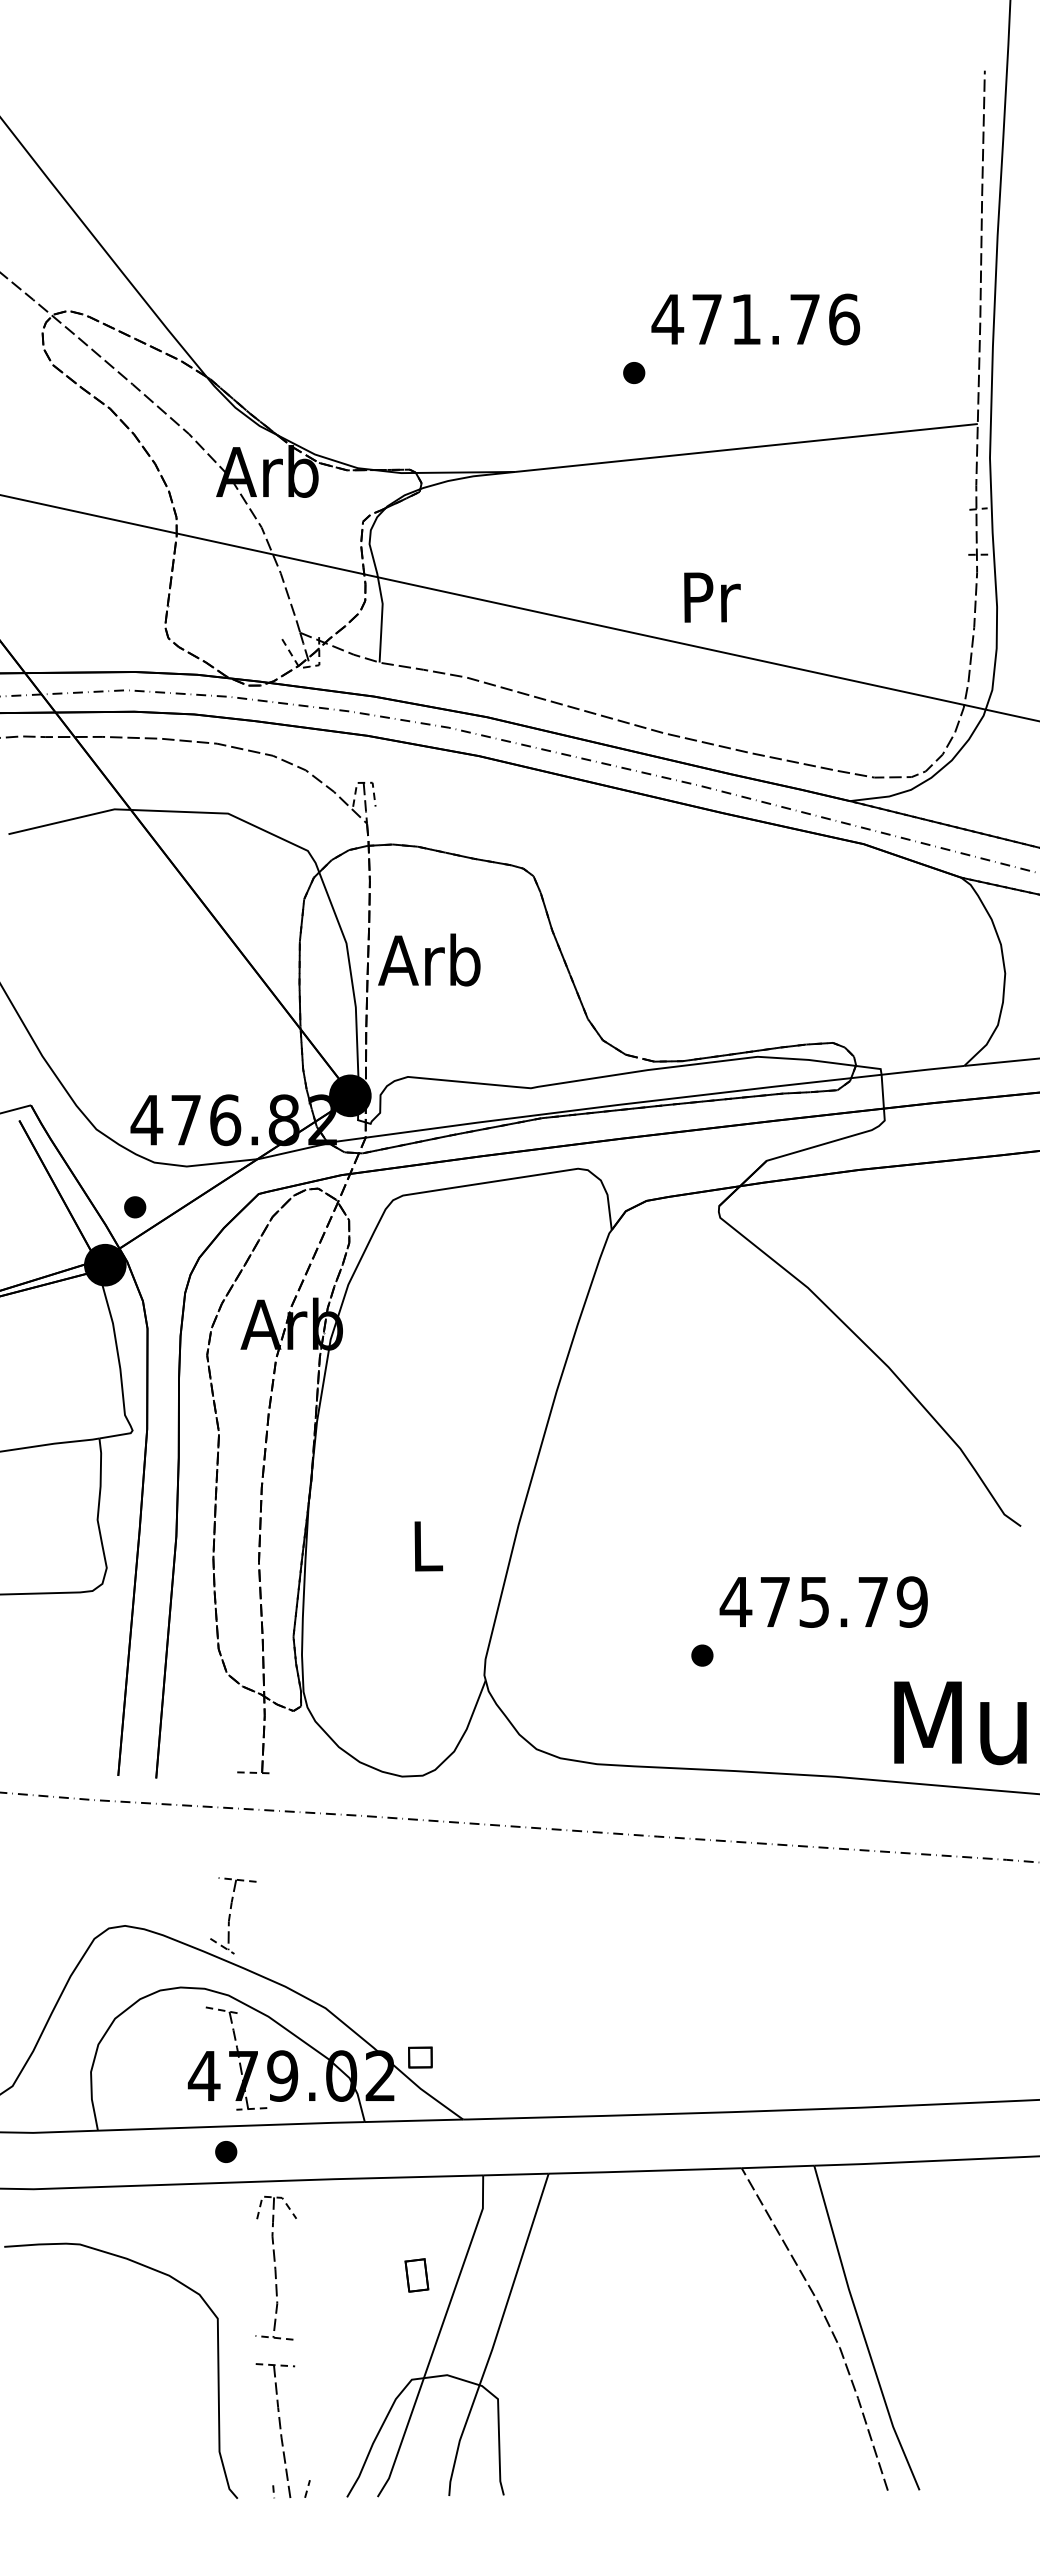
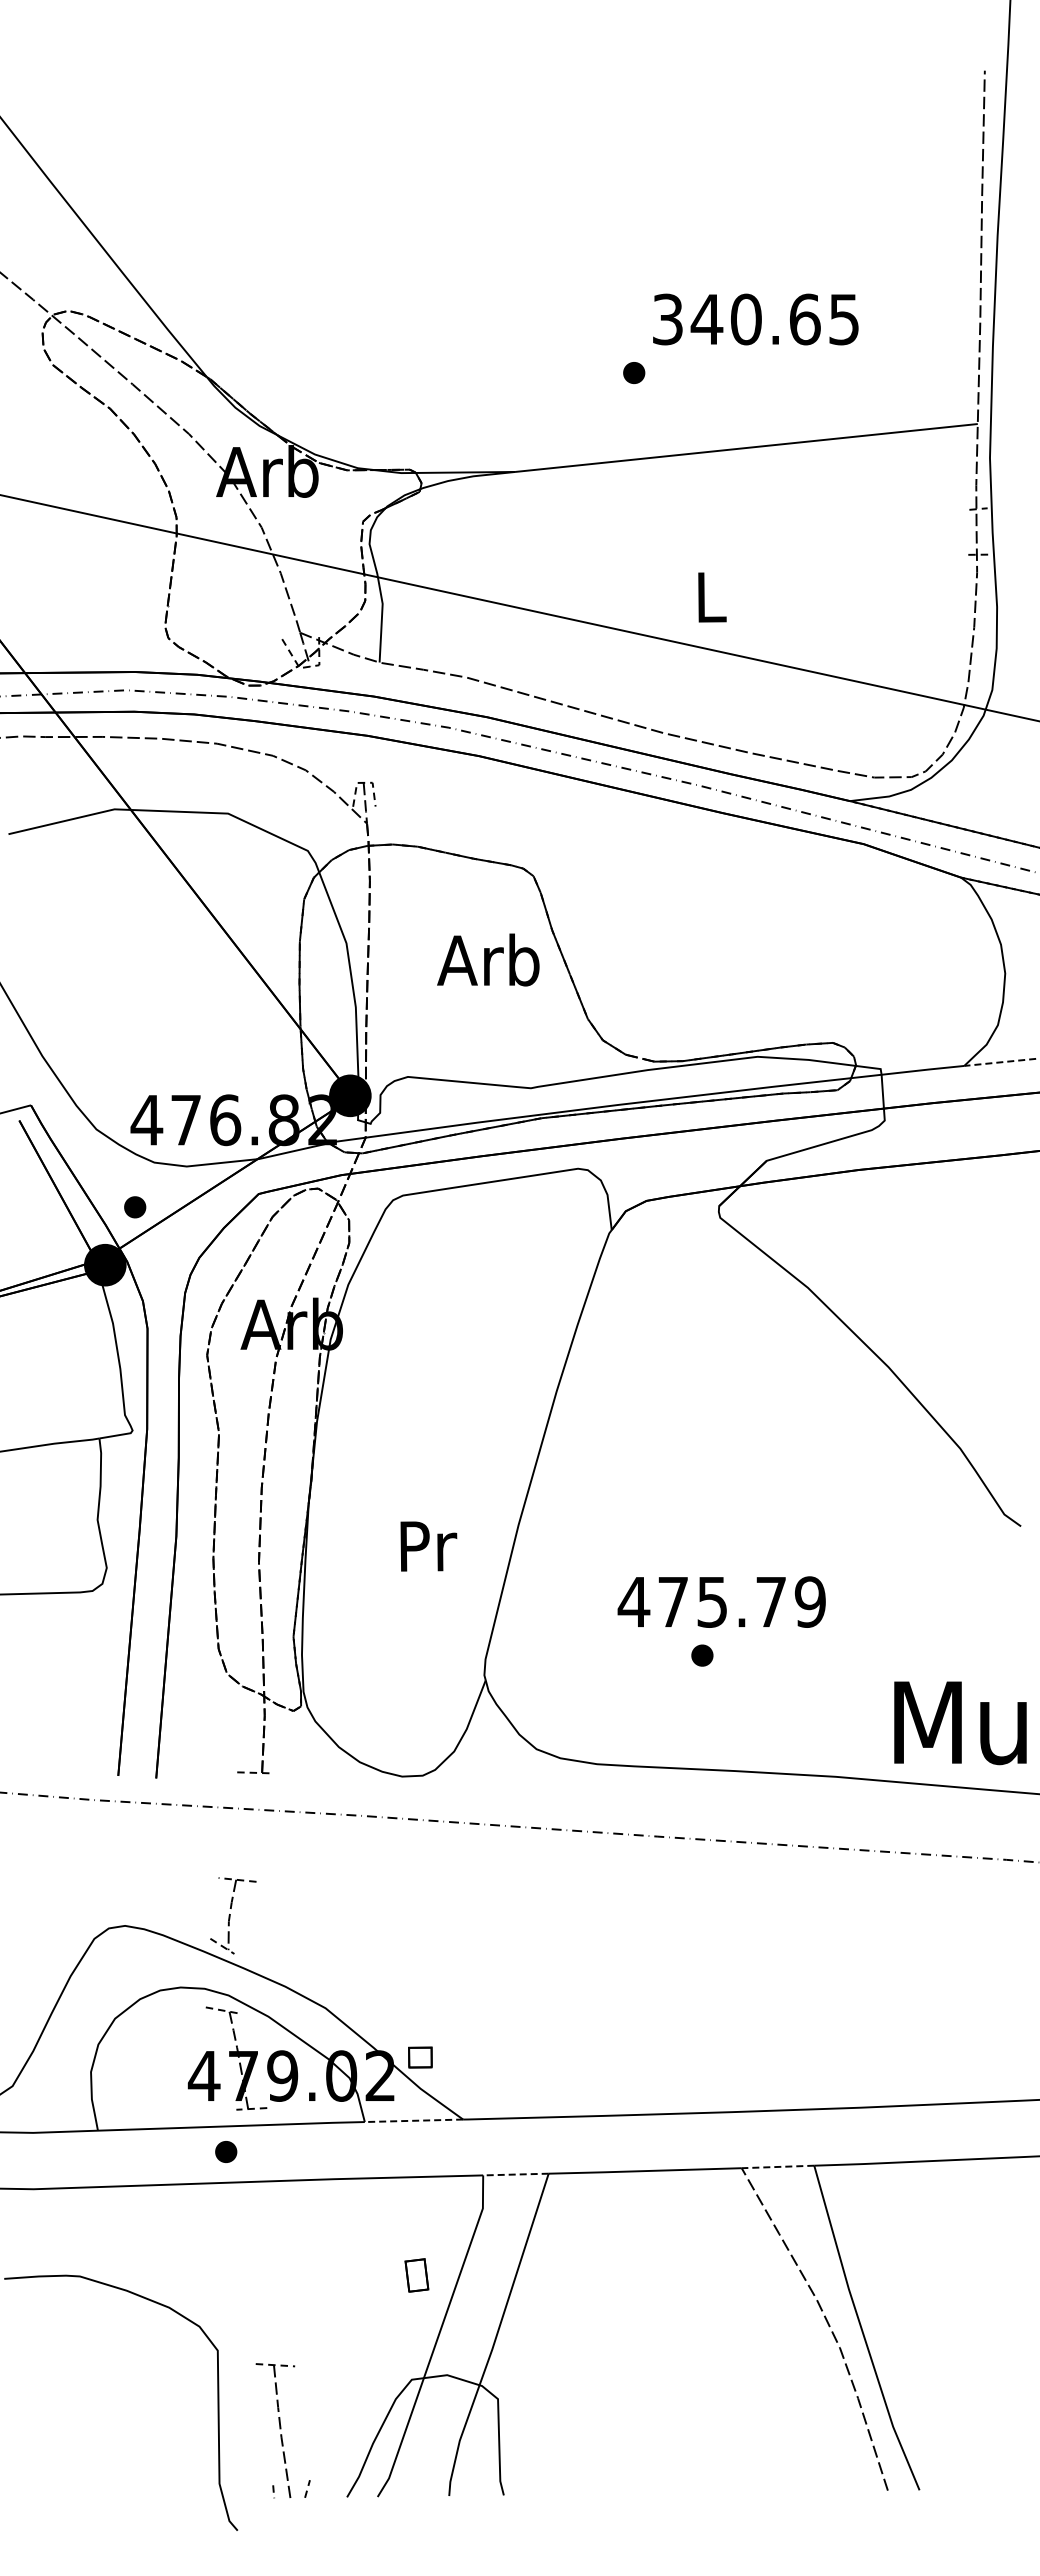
text at (755, 319): 471.76 -> 340.65
text at (712, 597): Pr -> L
text at (429, 959) position: (429, 959) -> (488, 959)
line at (1001, 1062): solid -> dashed
text at (428, 1546): L -> Pr
text at (823, 1601) position: (823, 1601) -> (721, 1601)
line at (413, 2120): solid -> dashed
line at (777, 2166): solid -> dashed
line at (515, 2174): solid -> dashed
part at (275, 2267): present -> none
curve at (217, 2370) position: (217, 2370) -> (217, 2402)
